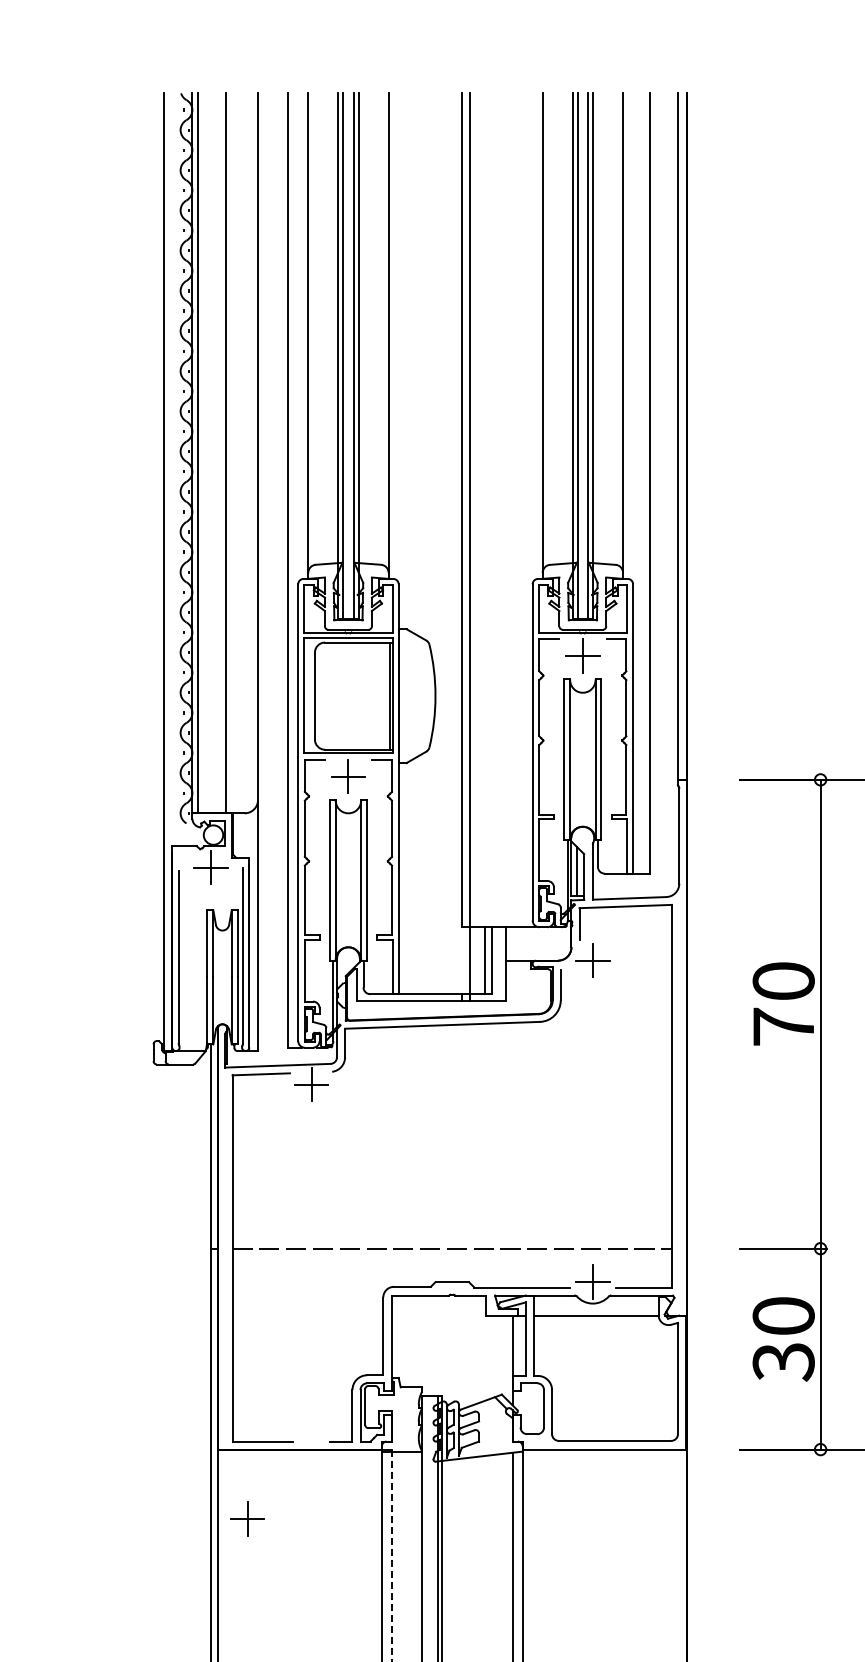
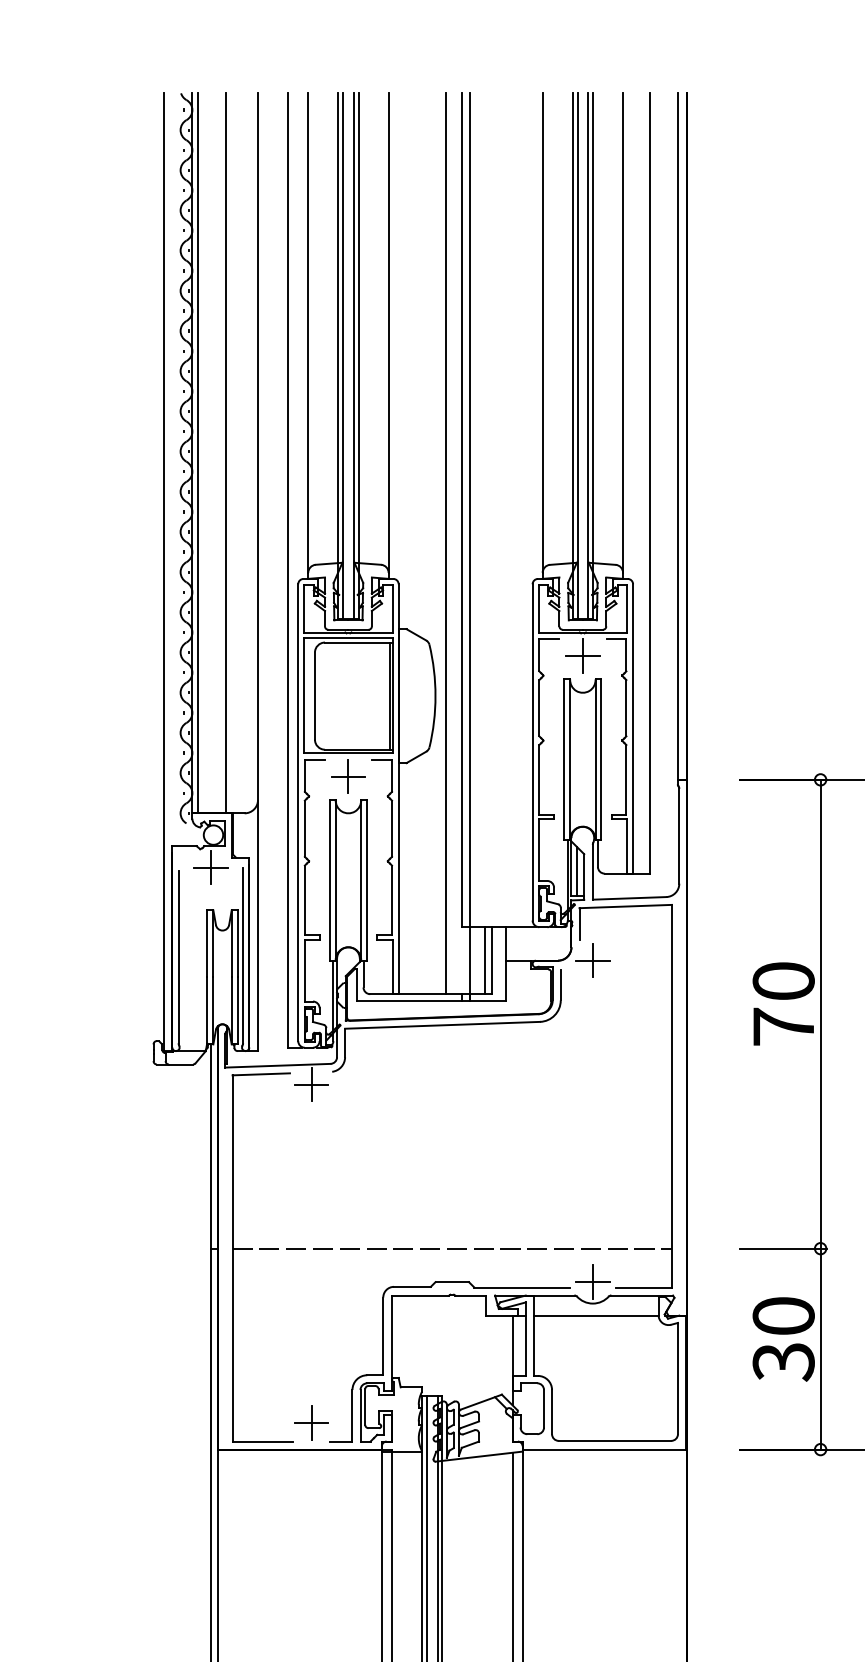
line at (445, 543): none -> present
part at (247, 1518) position: (247, 1518) -> (311, 1422)
line at (426, 1527): none -> present
line at (391, 1555): dashed -> solid
